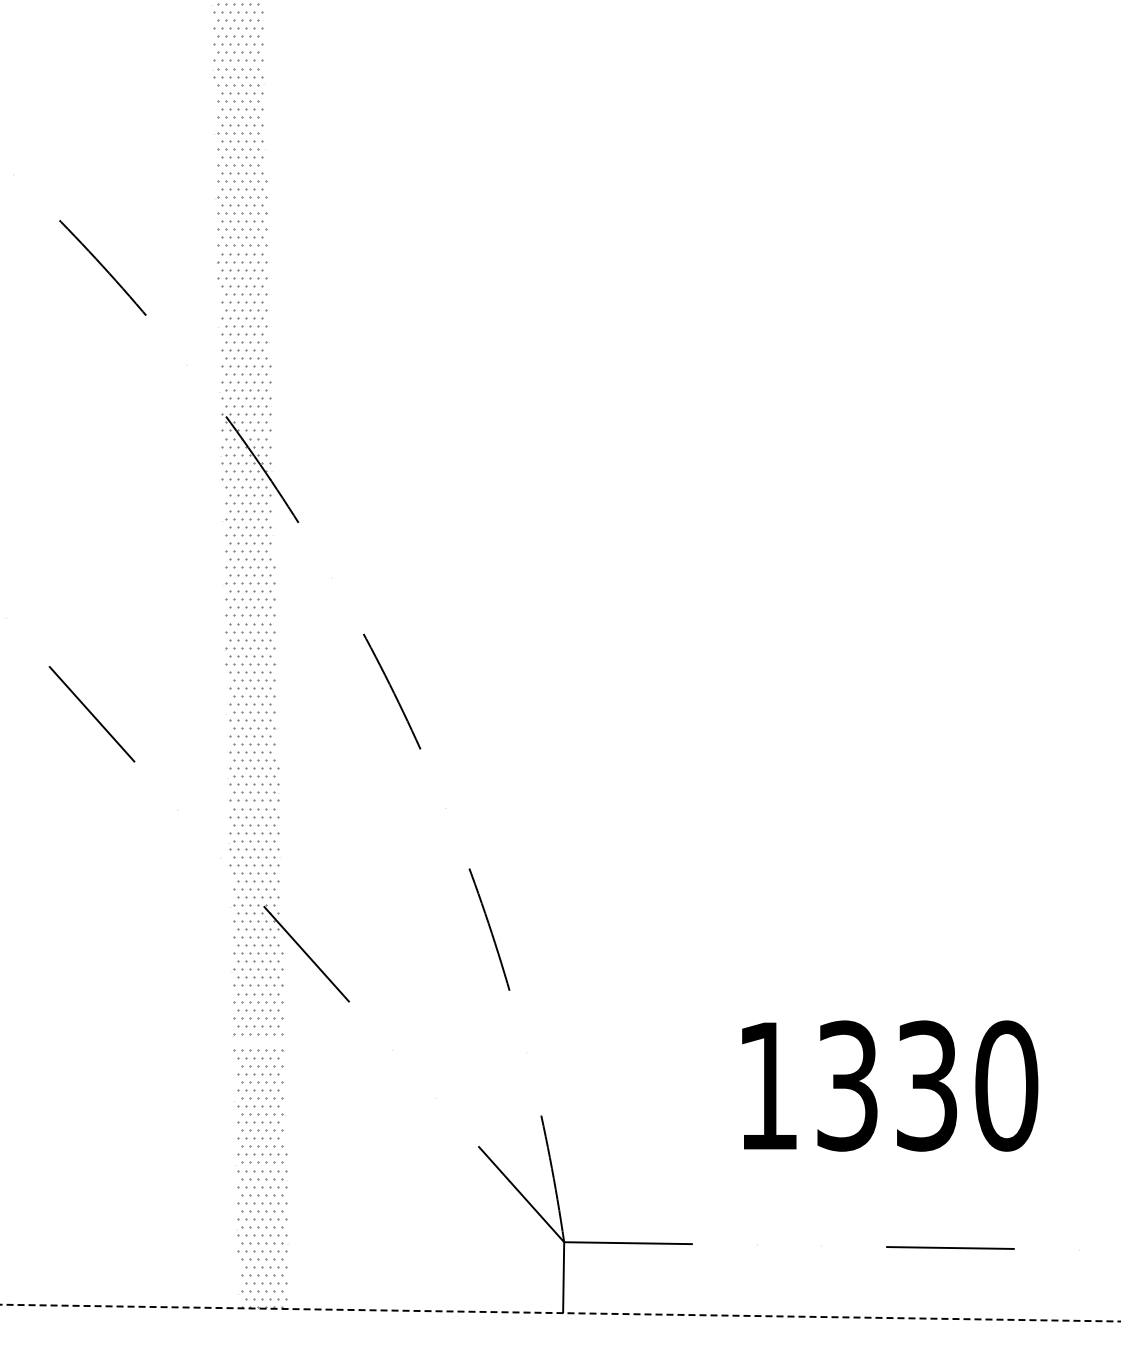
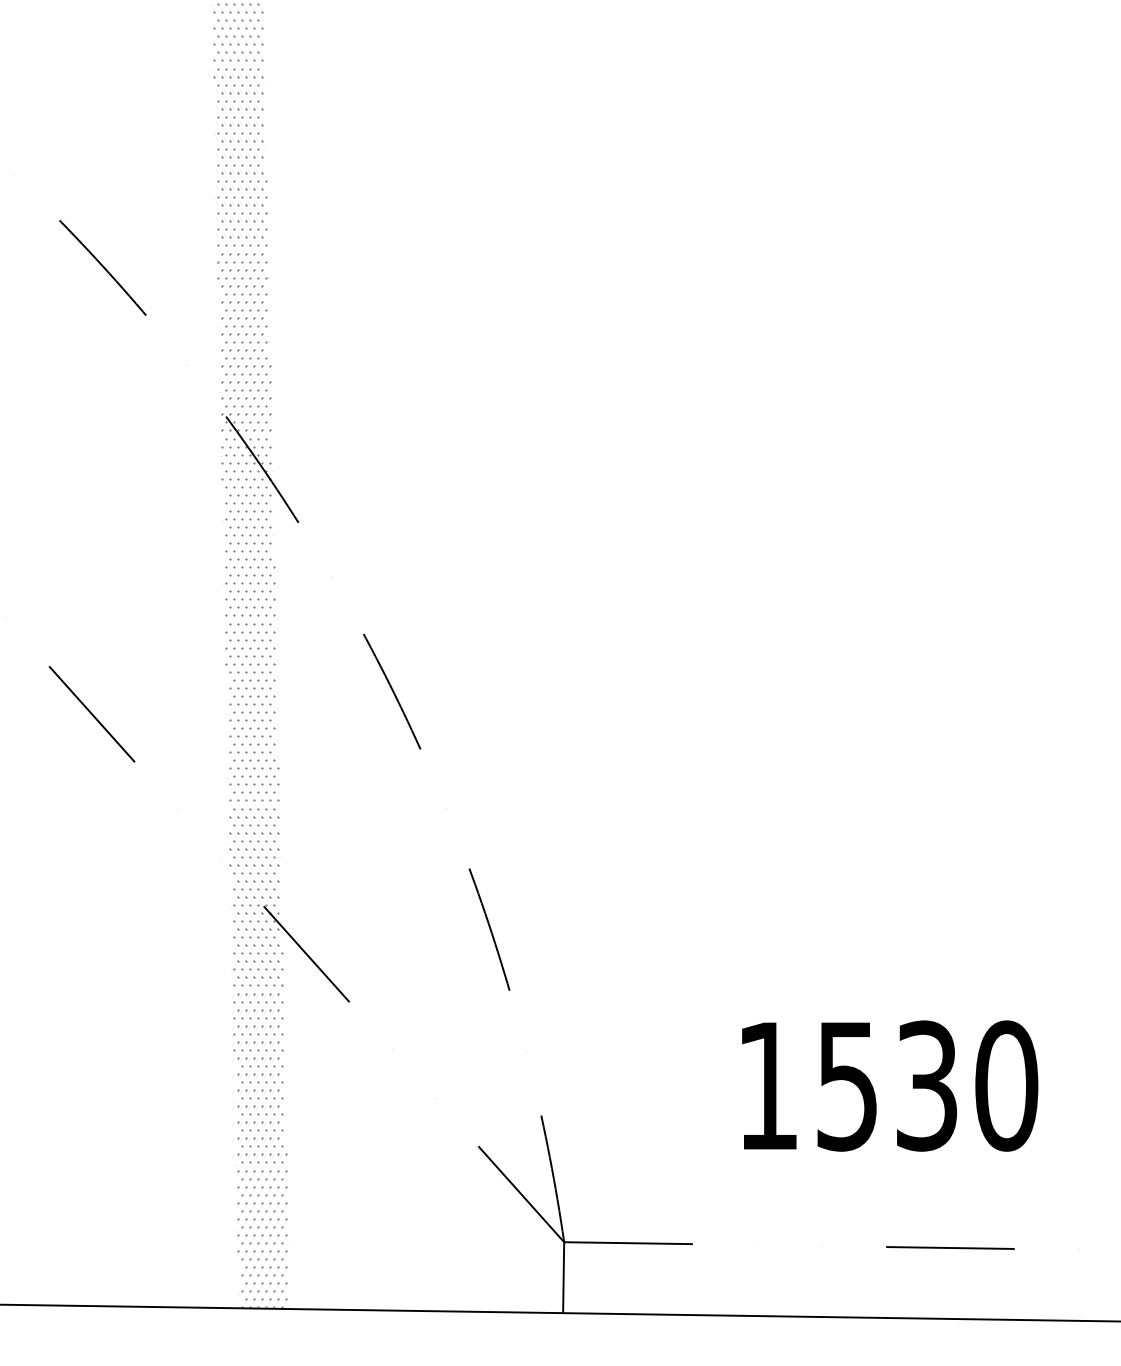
part at (258, 1042): none -> present
text at (847, 1085): 1330 -> 1530
line at (559, 1313): dashed -> solid
